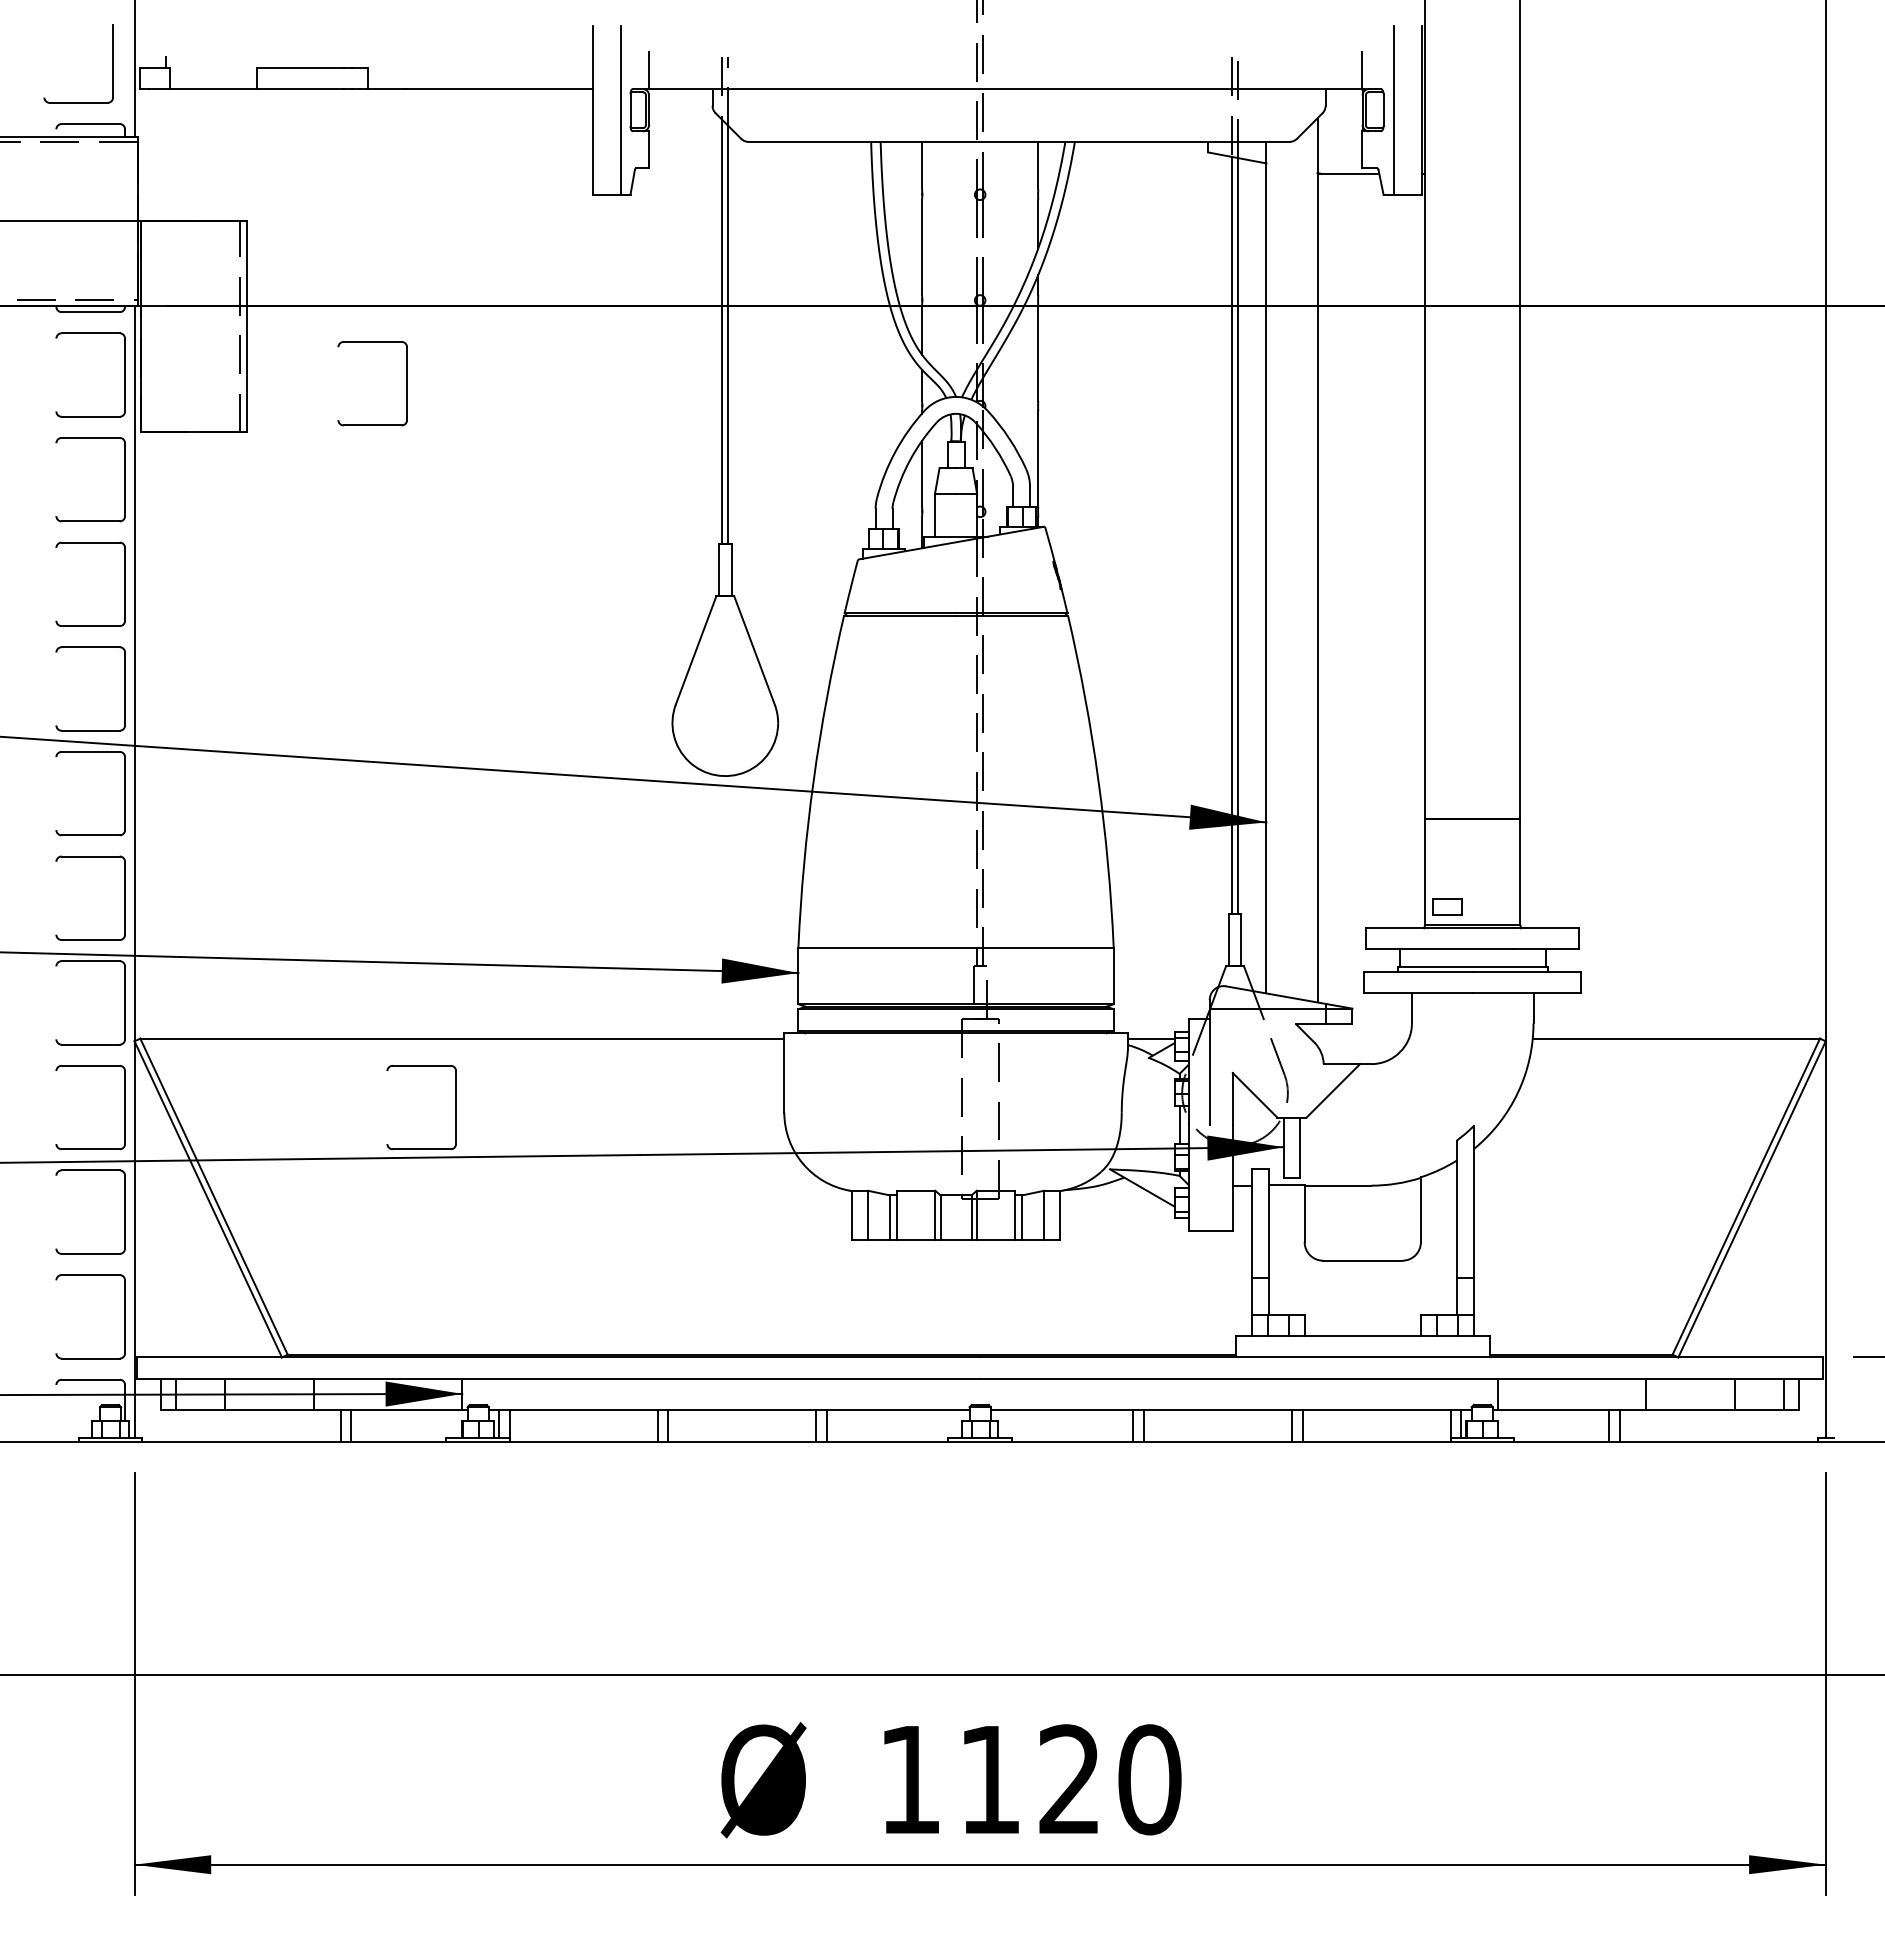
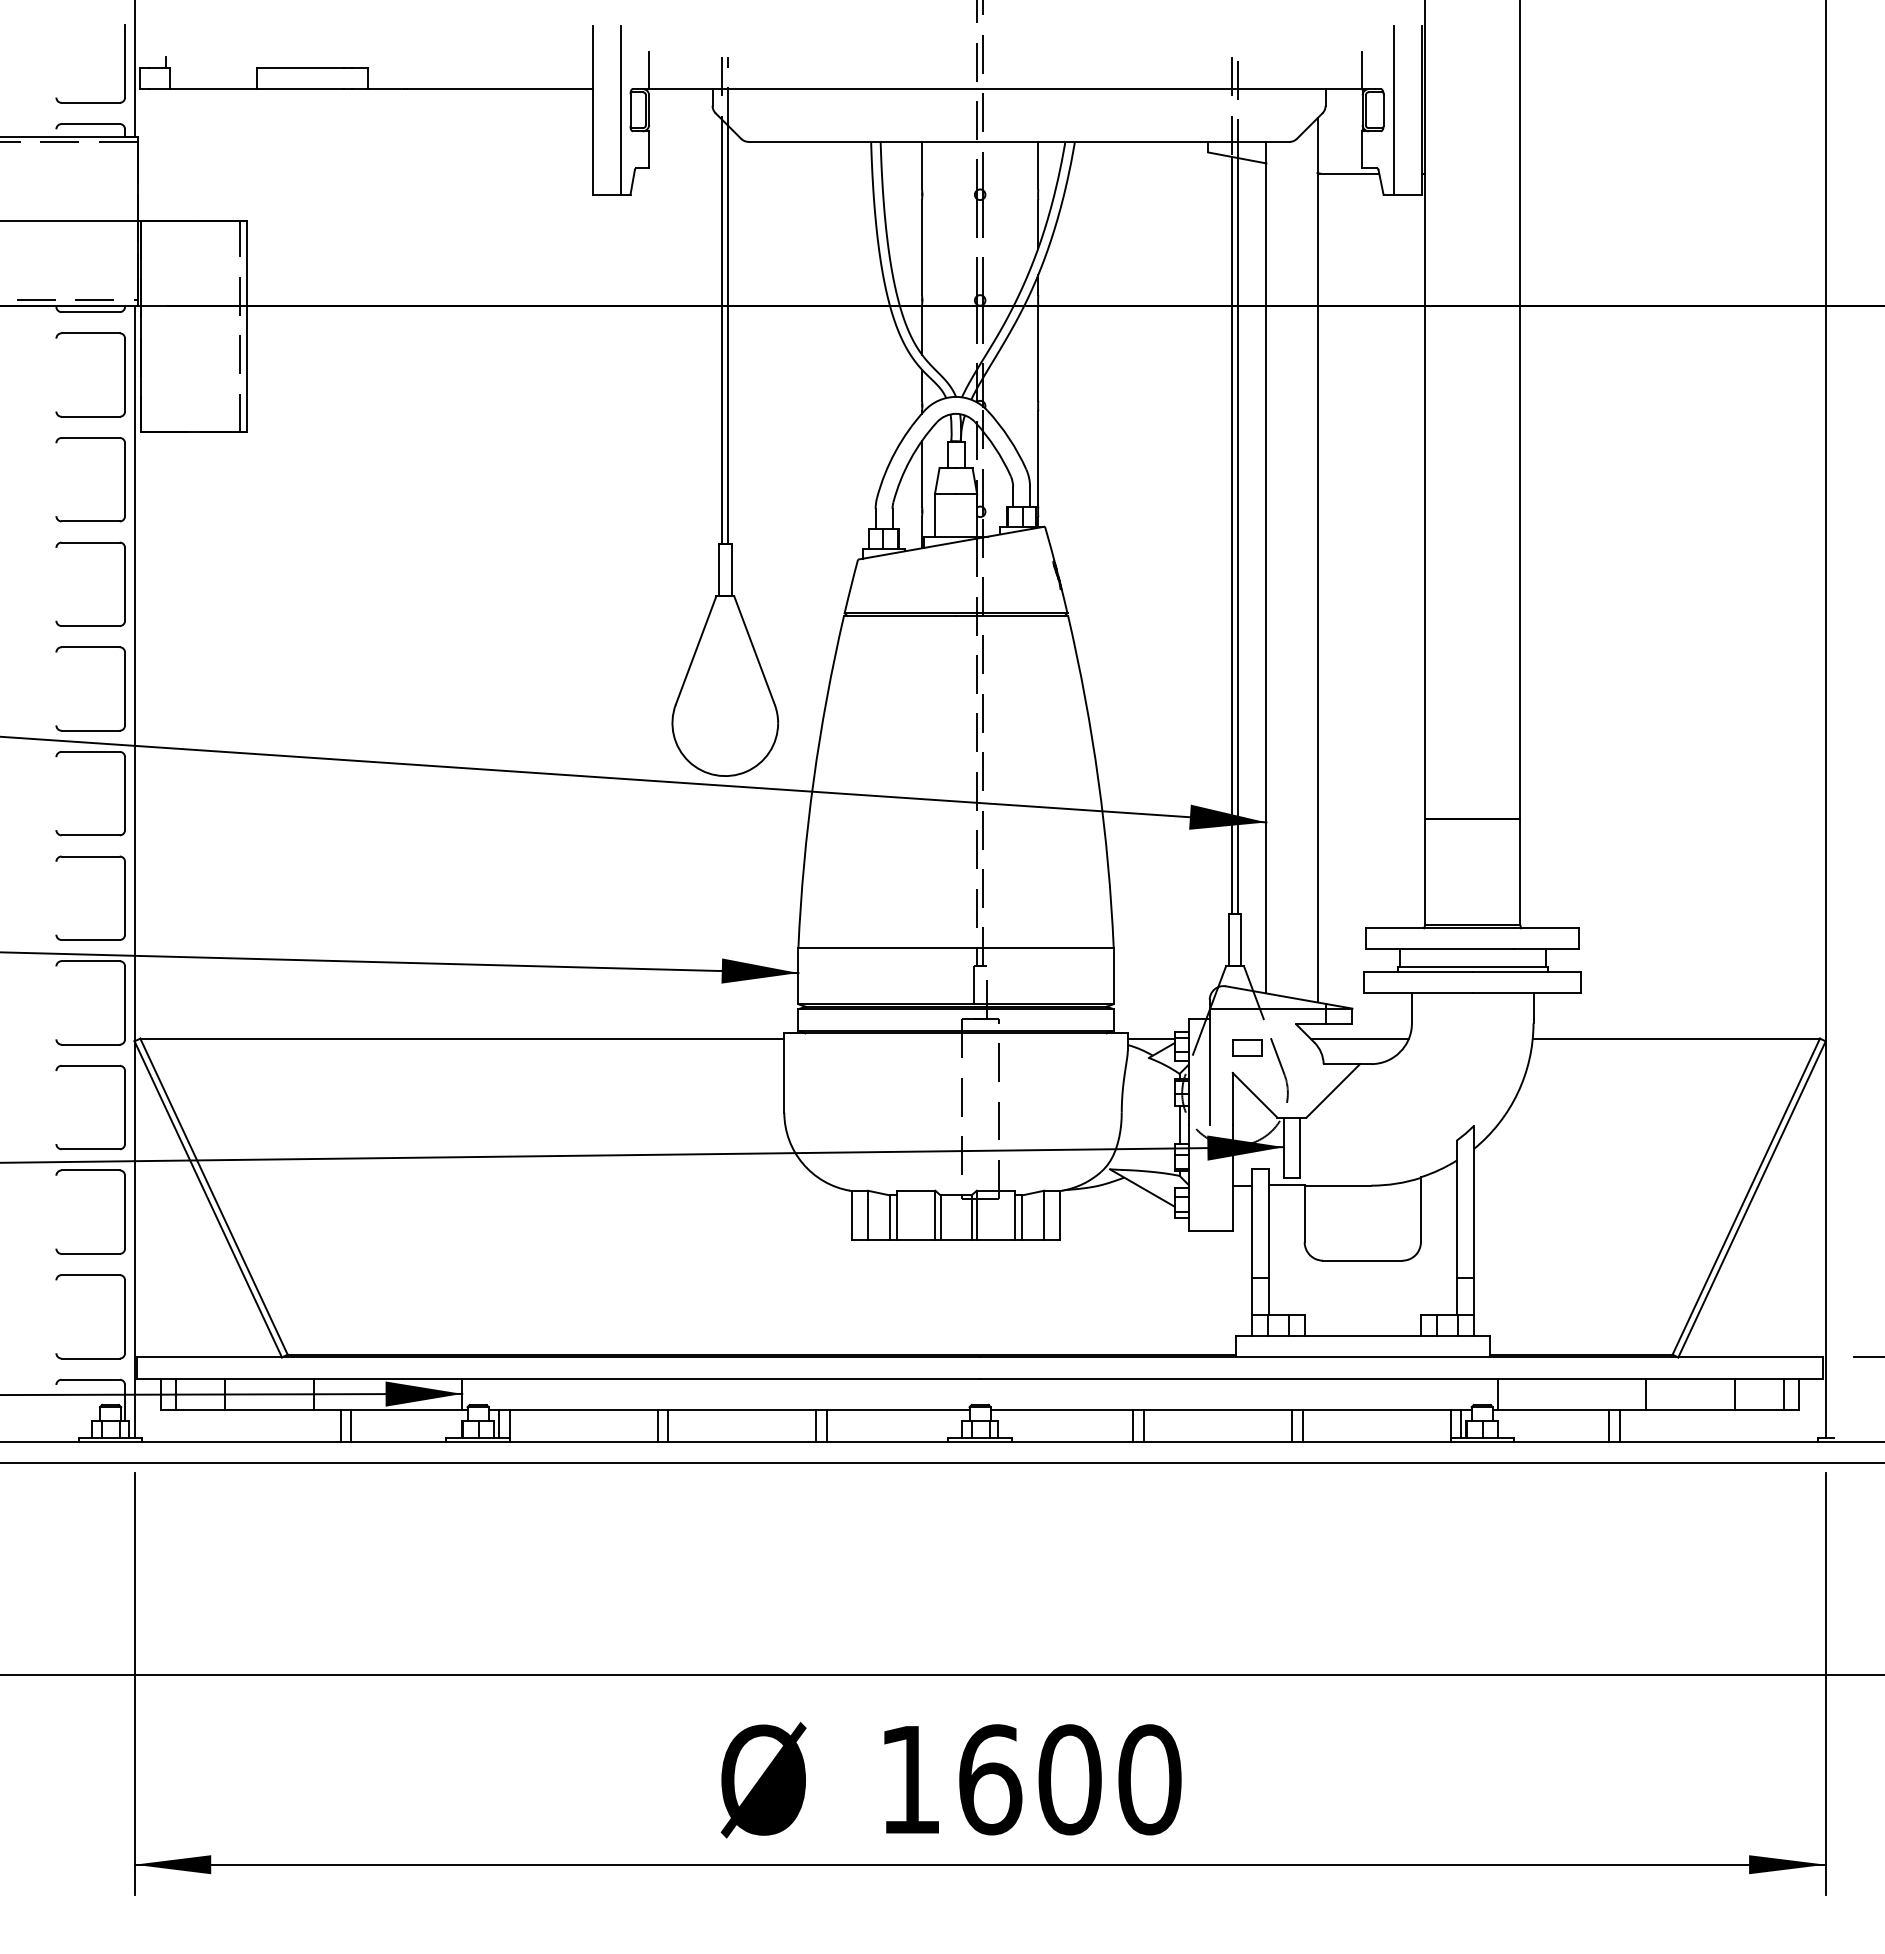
part at (112, 63) position: (112, 63) -> (124, 63)
part at (406, 383): present -> none
part at (1447, 906) position: (1447, 906) -> (1247, 1047)
line at (1359, 1038): none -> present
part at (455, 1107): present -> none
line at (941, 1463): none -> present
text at (1030, 1779): 1120 -> 1600
